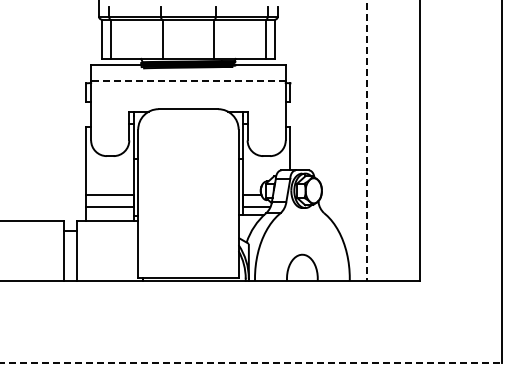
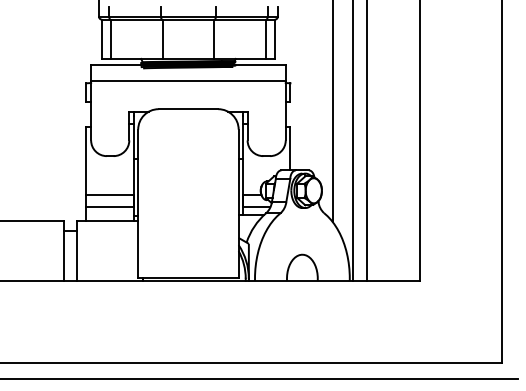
line at (187, 80): dashed -> solid
line at (332, 112): none -> present
line at (353, 141): none -> present
line at (367, 141): dashed -> solid
line at (251, 363): dashed -> solid
line at (260, 379): none -> present
